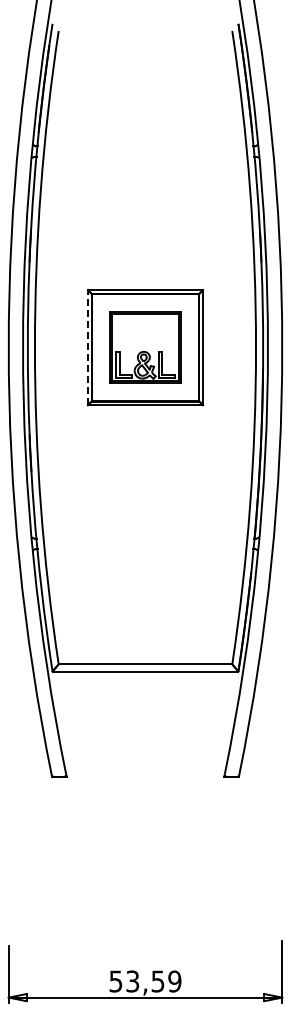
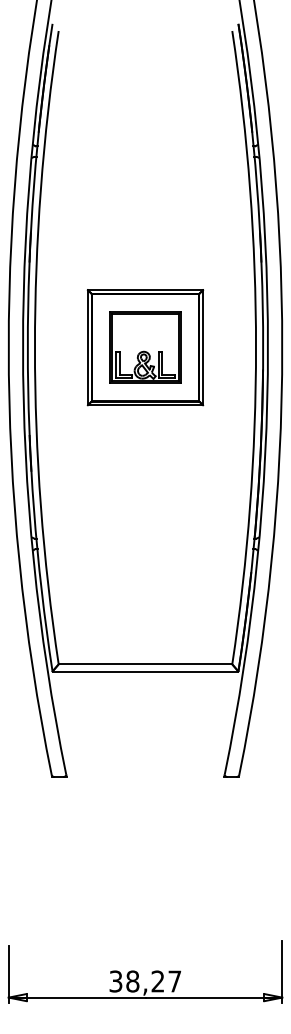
line at (87, 347): dashed -> solid
text at (145, 981): 53,59 -> 38,27
